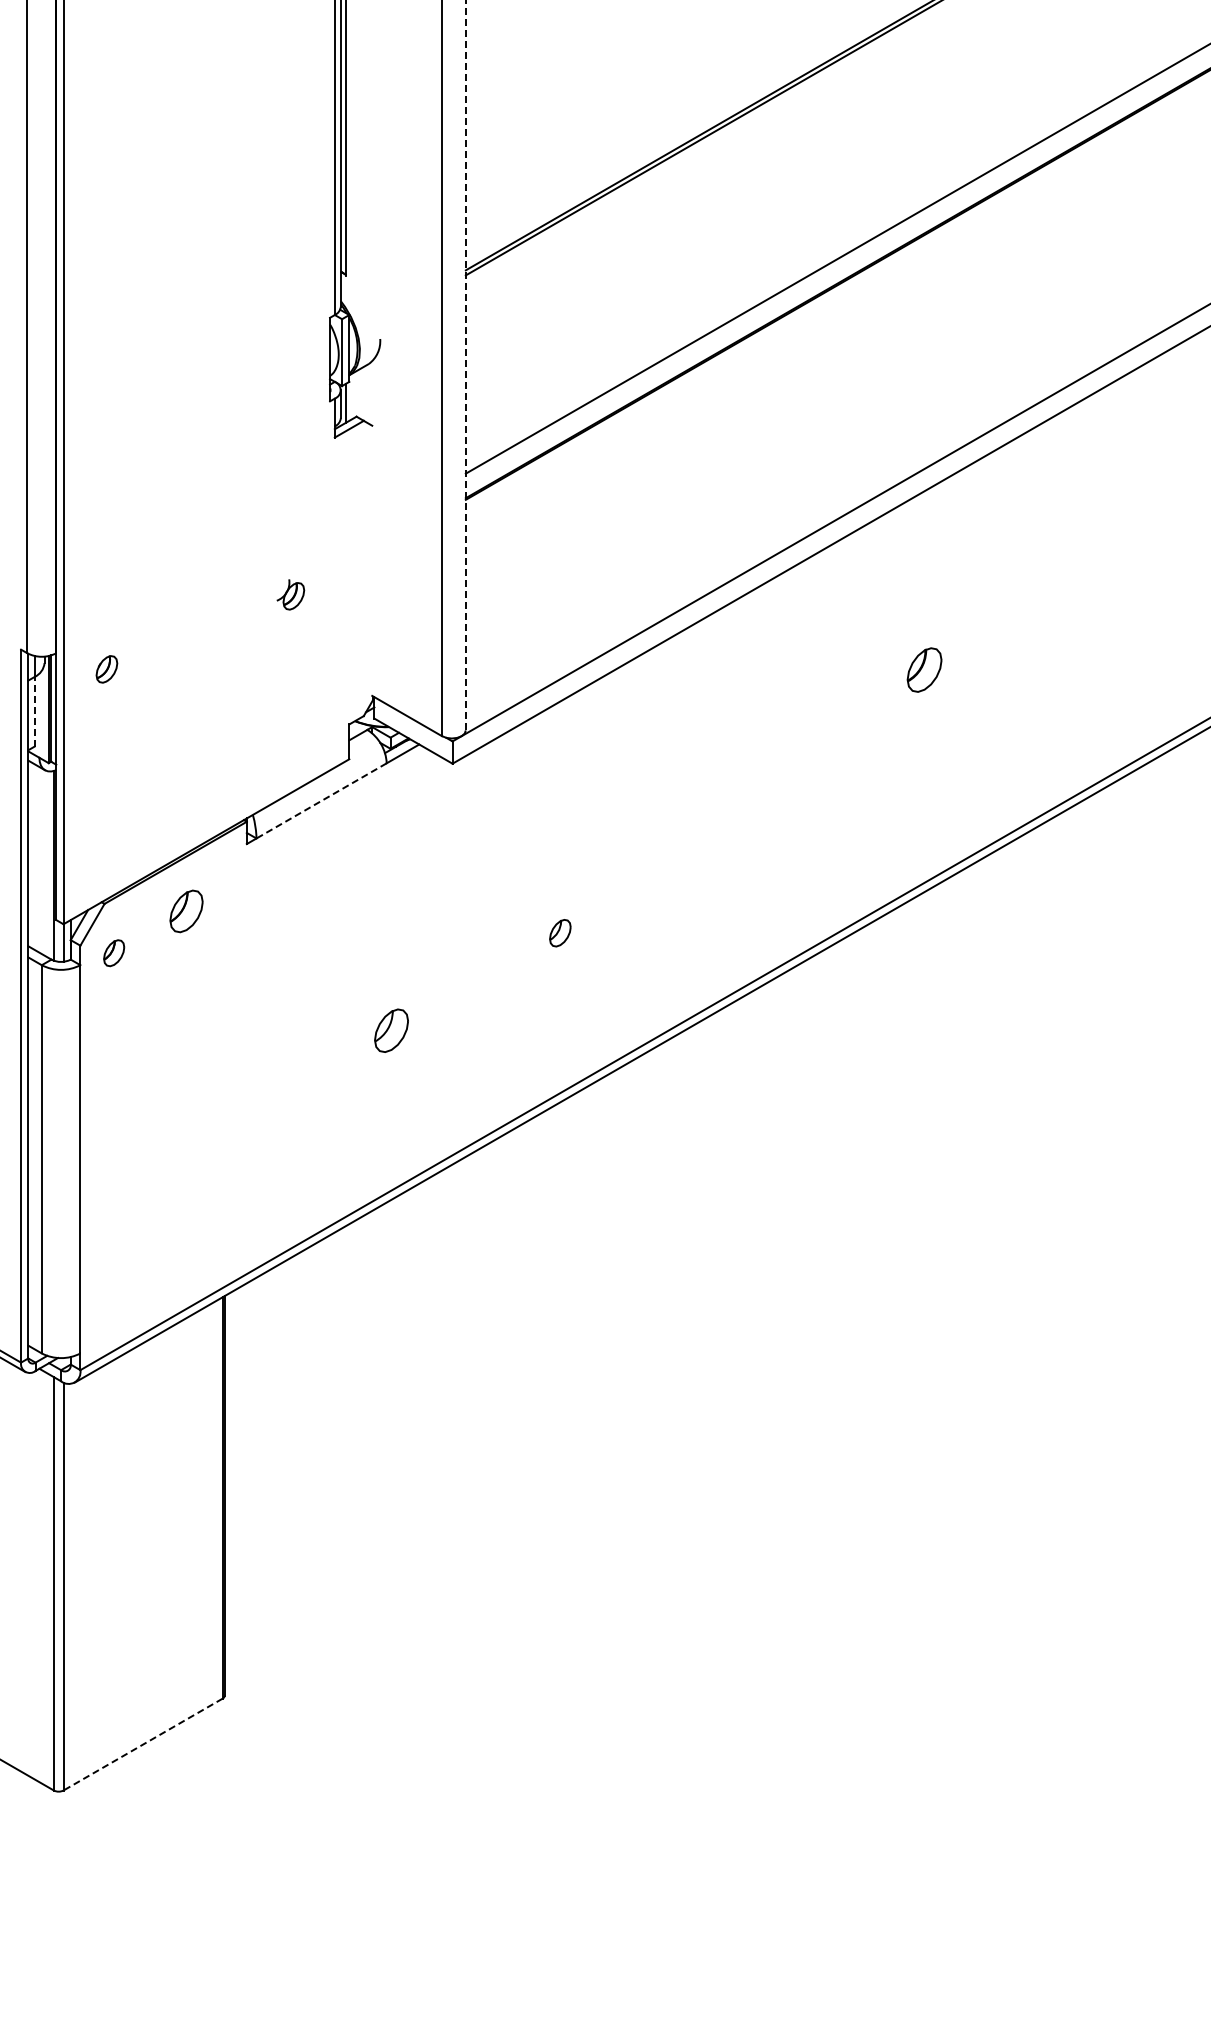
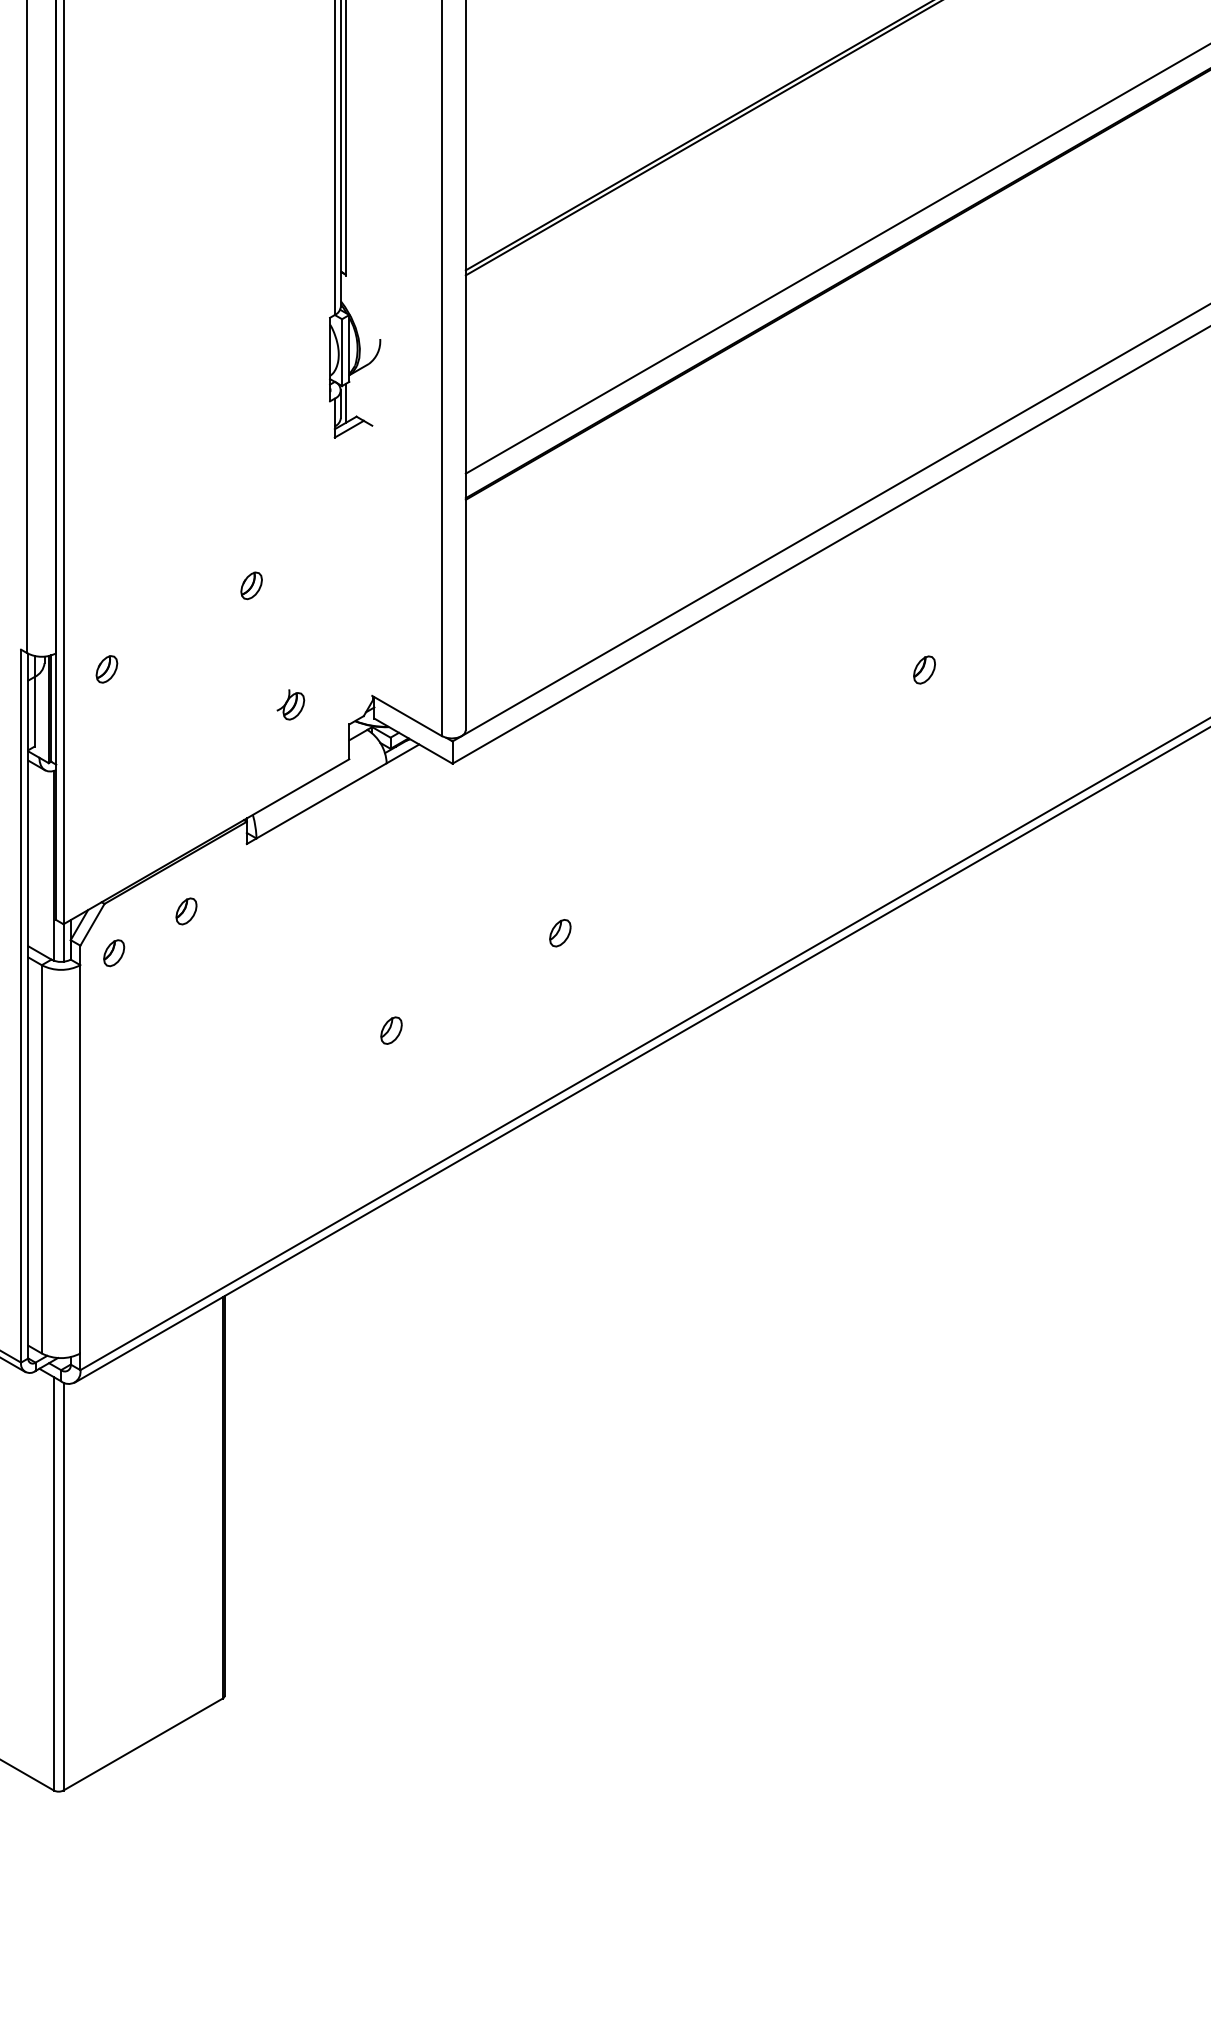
line at (465, 365): dashed -> solid
part at (251, 585): none -> present
part at (290, 594) position: (290, 594) -> (290, 704)
part at (924, 669) size: 37x46 px -> 23x30 px
line at (34, 711): dashed -> solid
line at (321, 801): dashed -> solid
part at (186, 911) size: 35x45 px -> 23x29 px
part at (391, 1030) size: 35x45 px -> 23x29 px
line at (143, 1744): dashed -> solid
